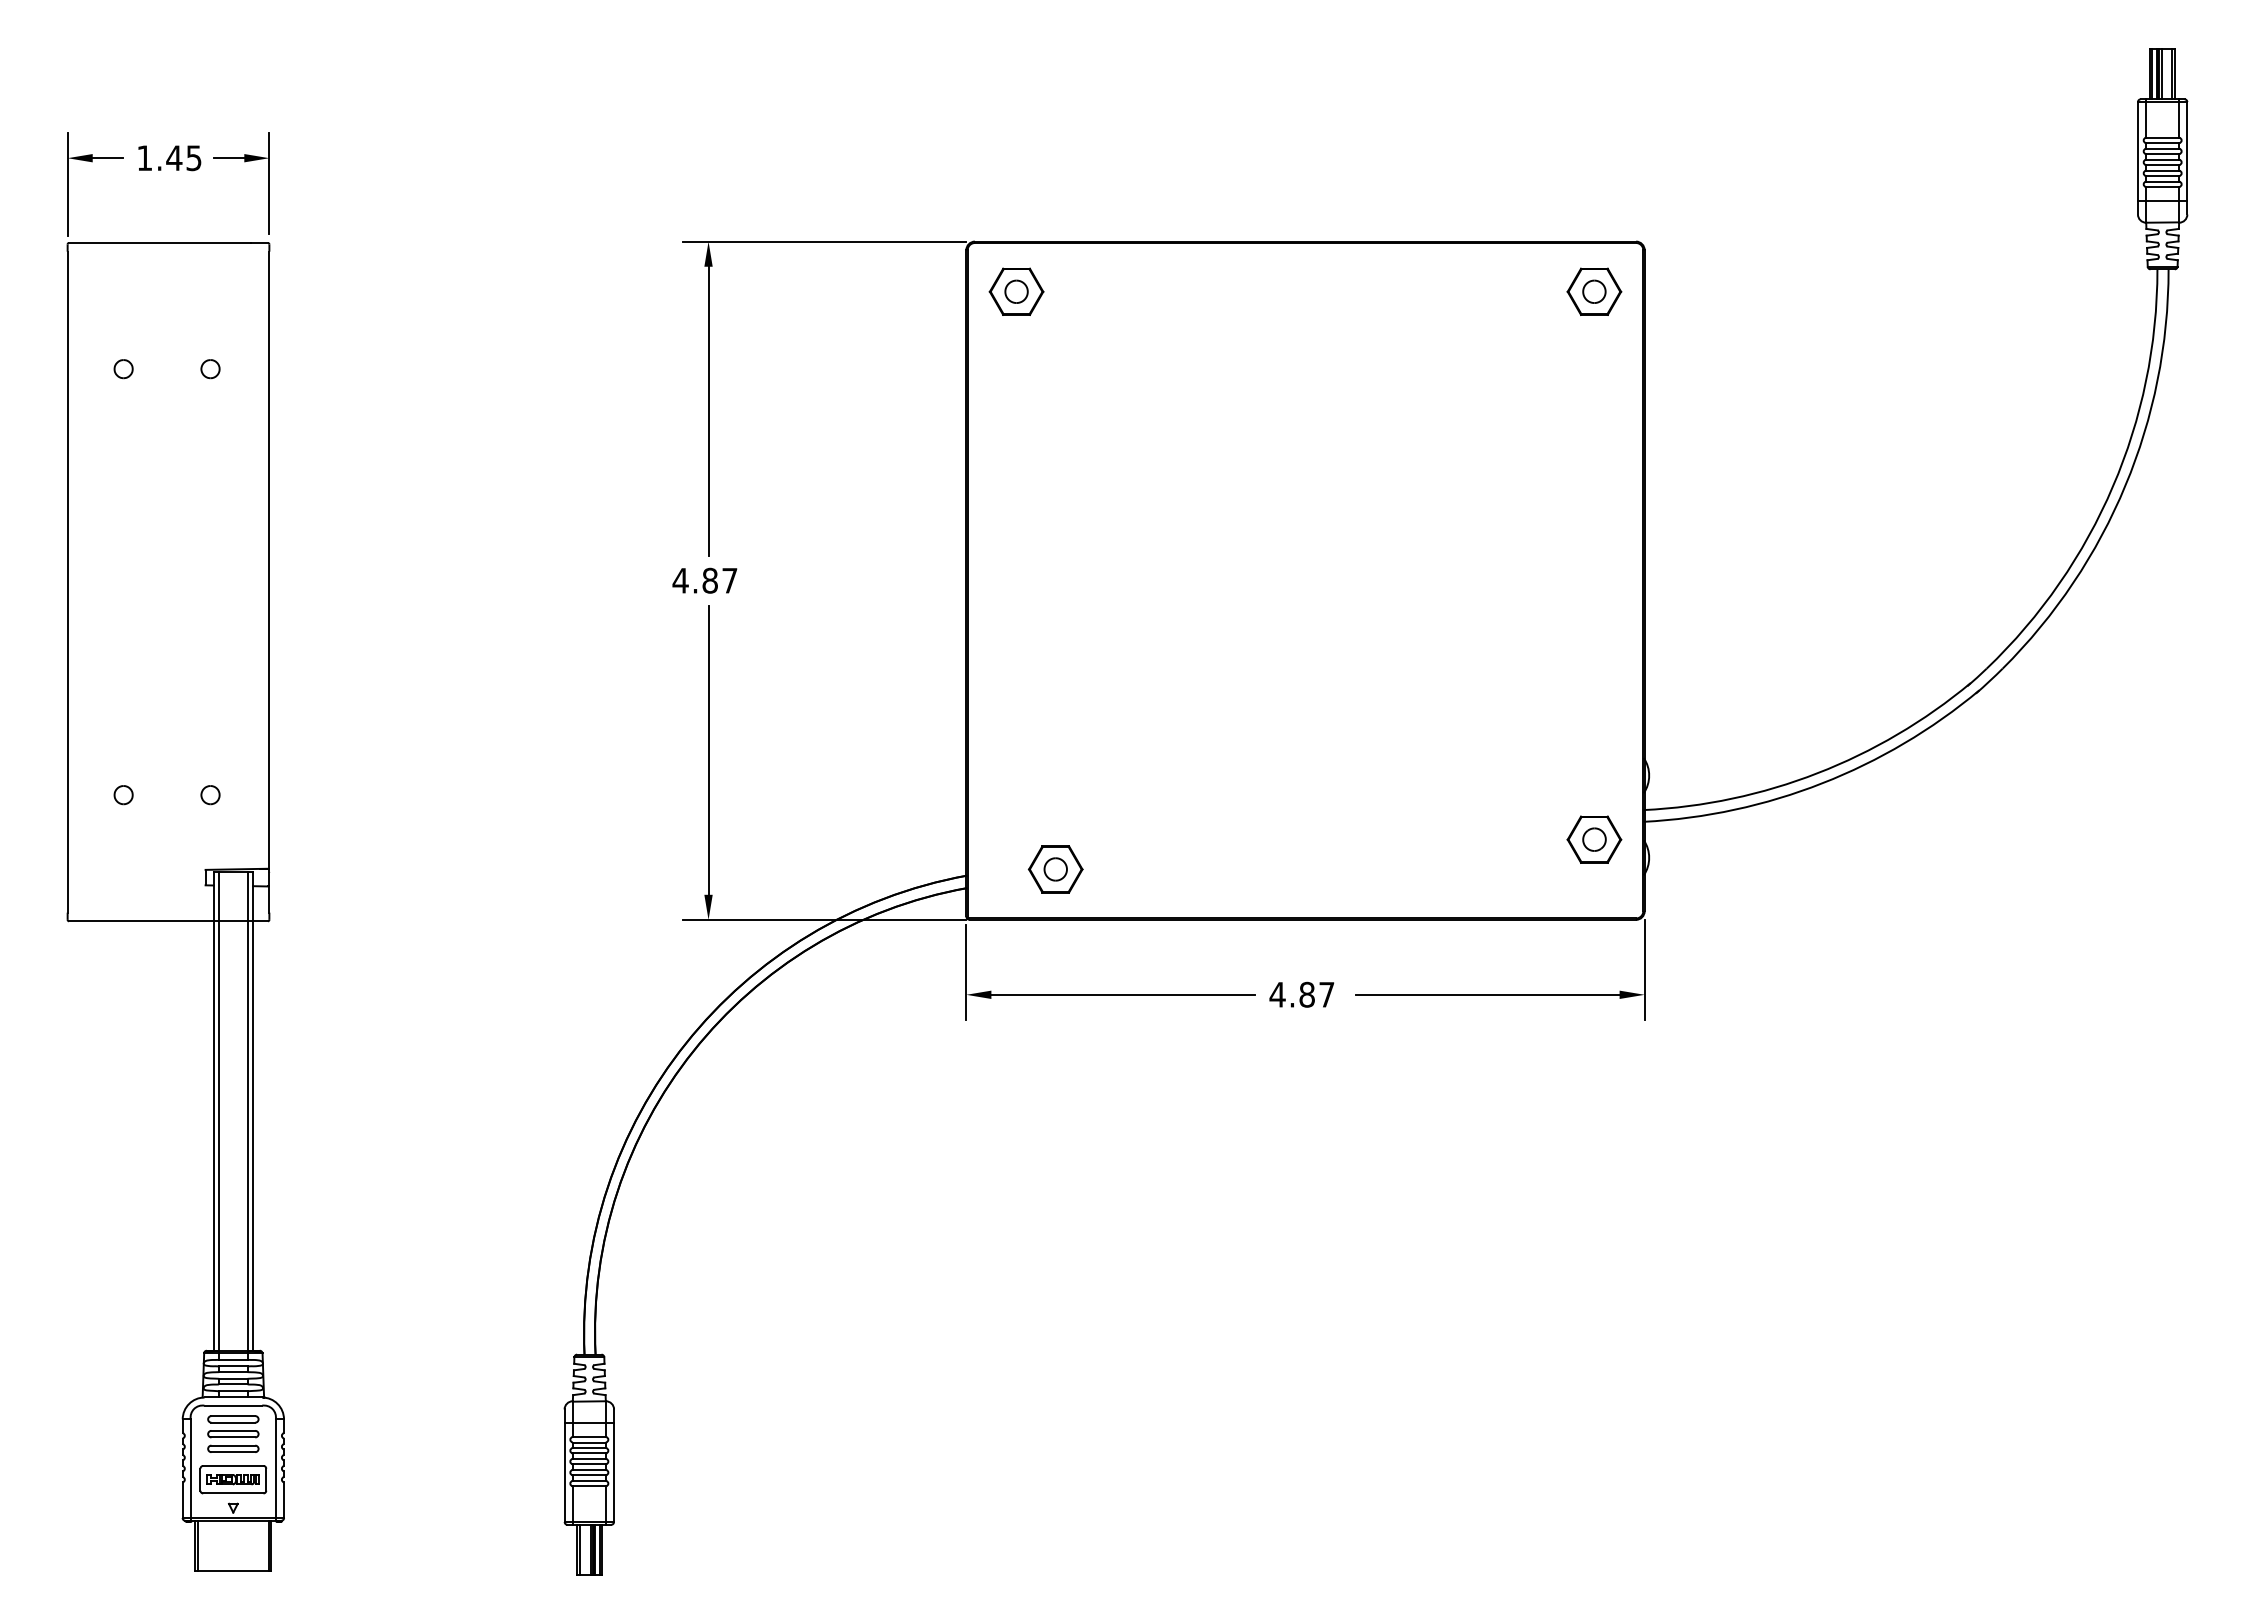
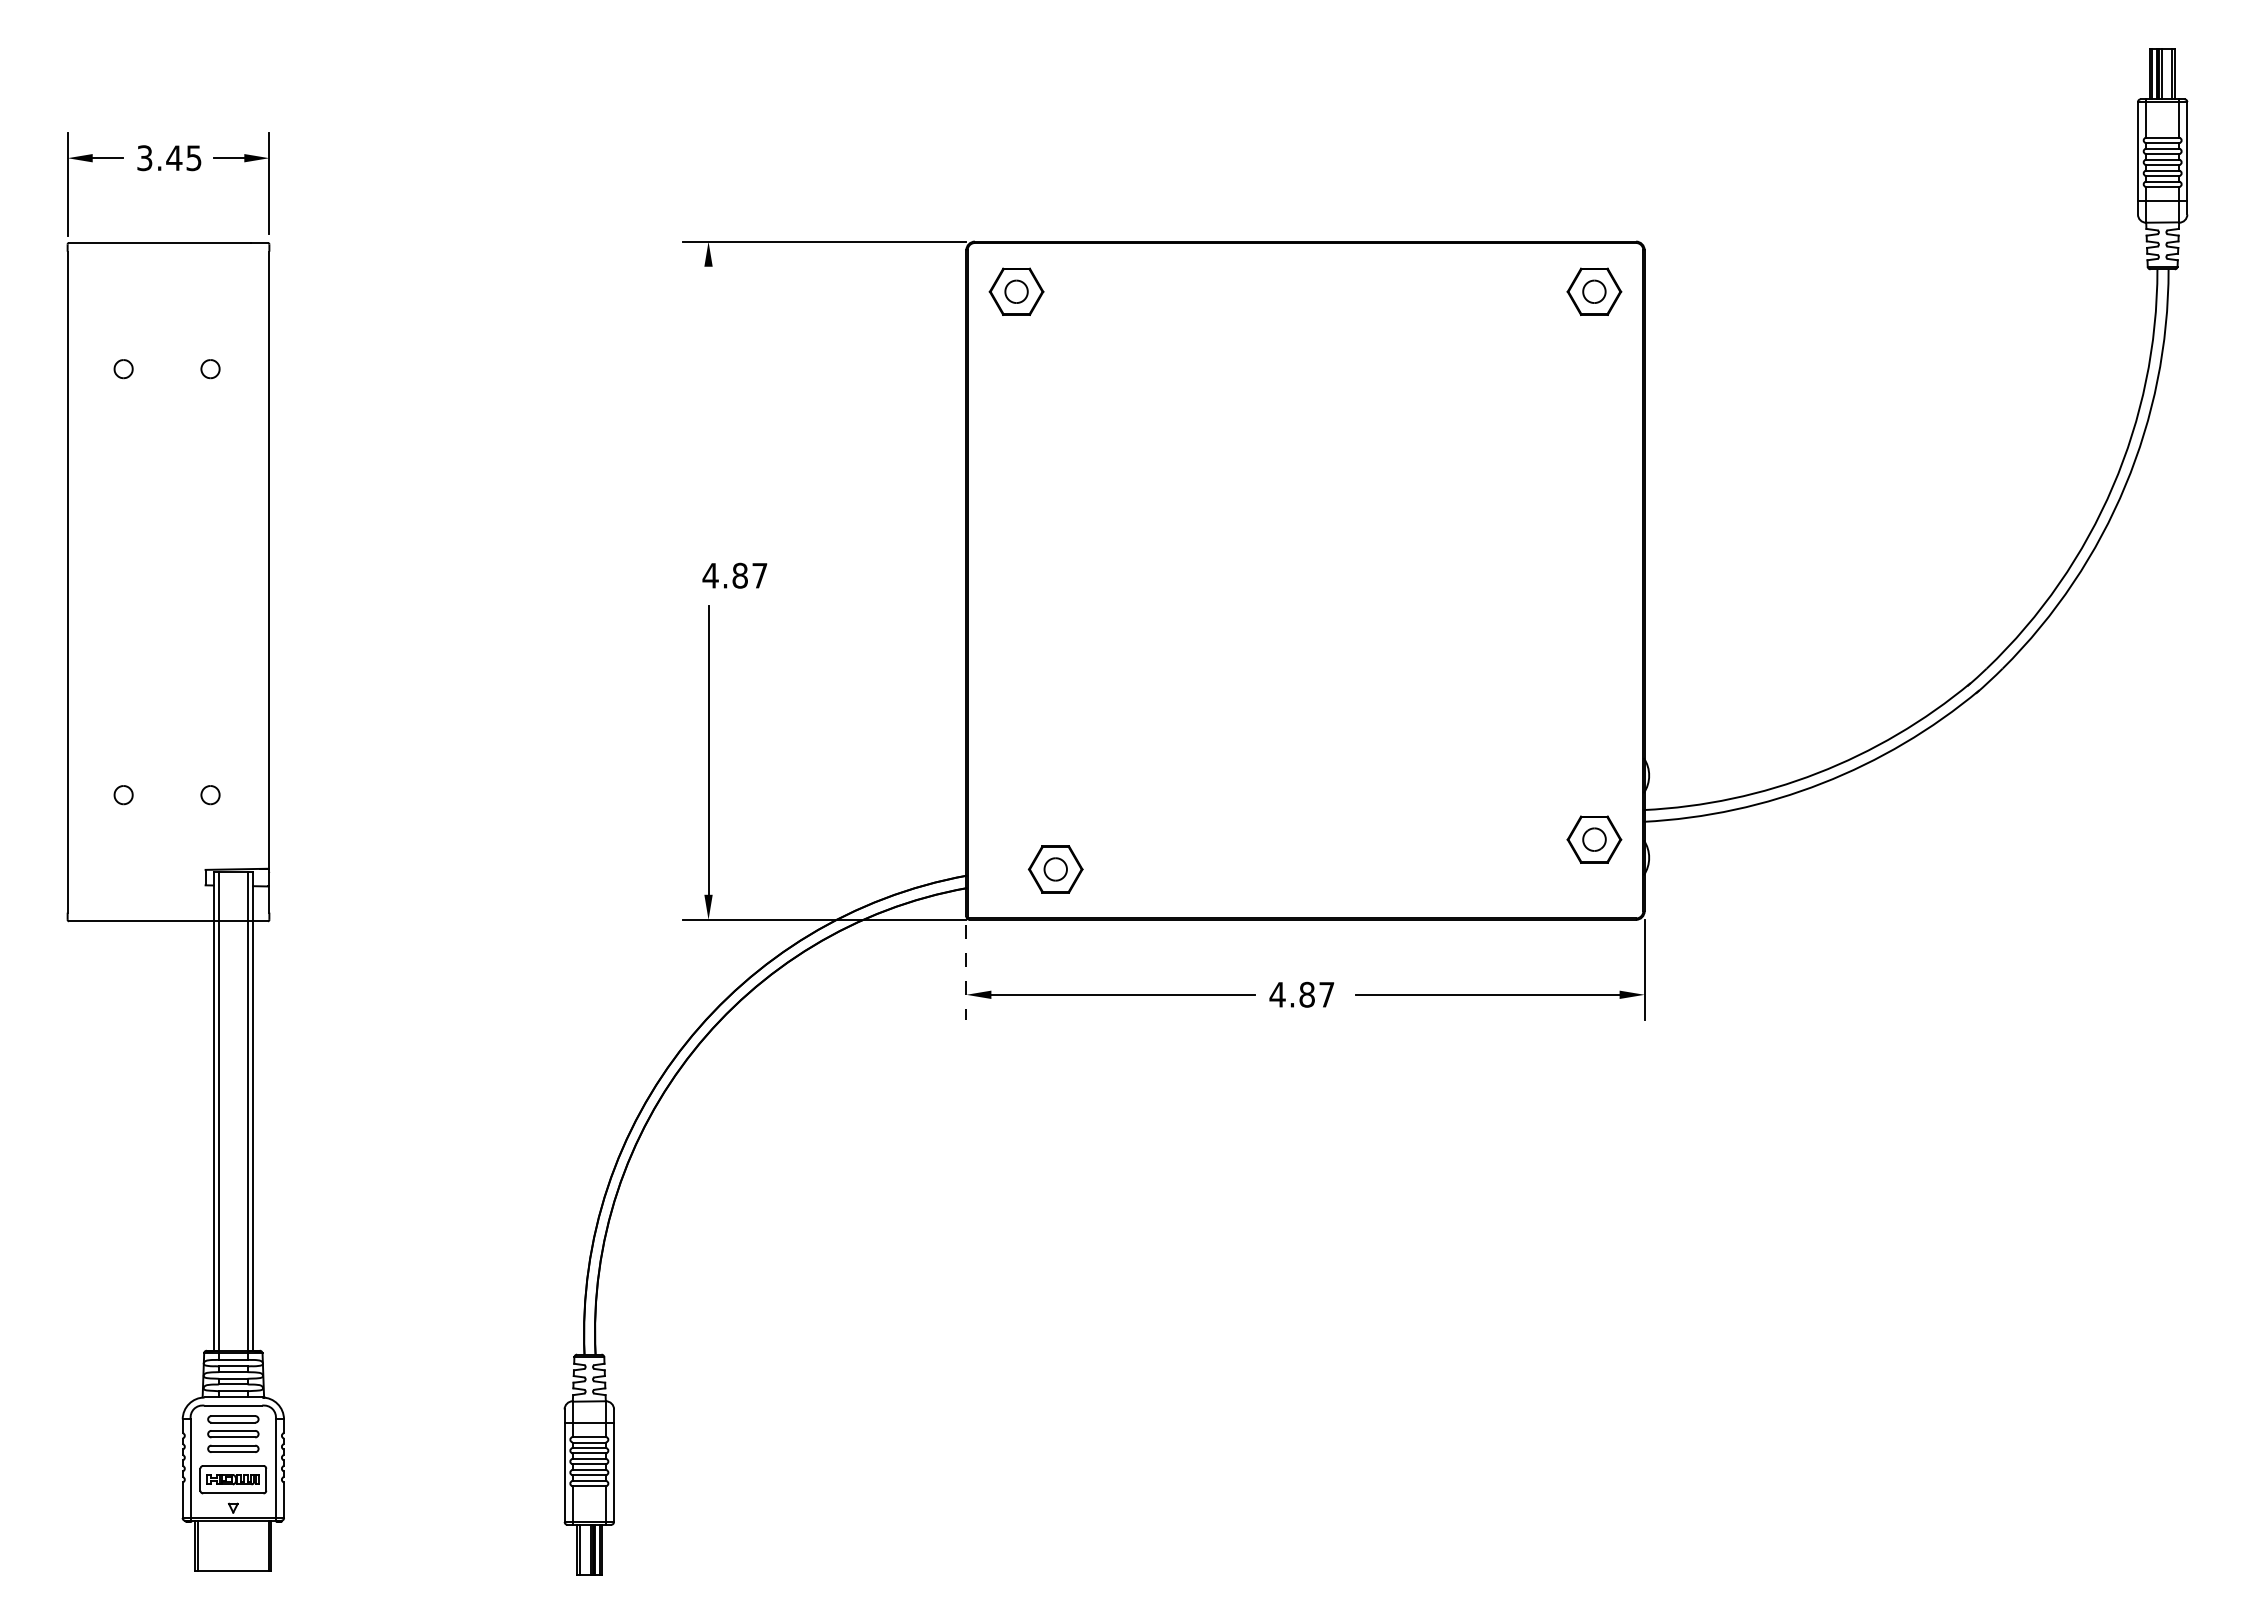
text at (144, 158): 1.45 -> 3.45
line at (708, 410): present -> none
text at (704, 580) position: (704, 580) -> (734, 575)
line at (966, 972): solid -> dashed
